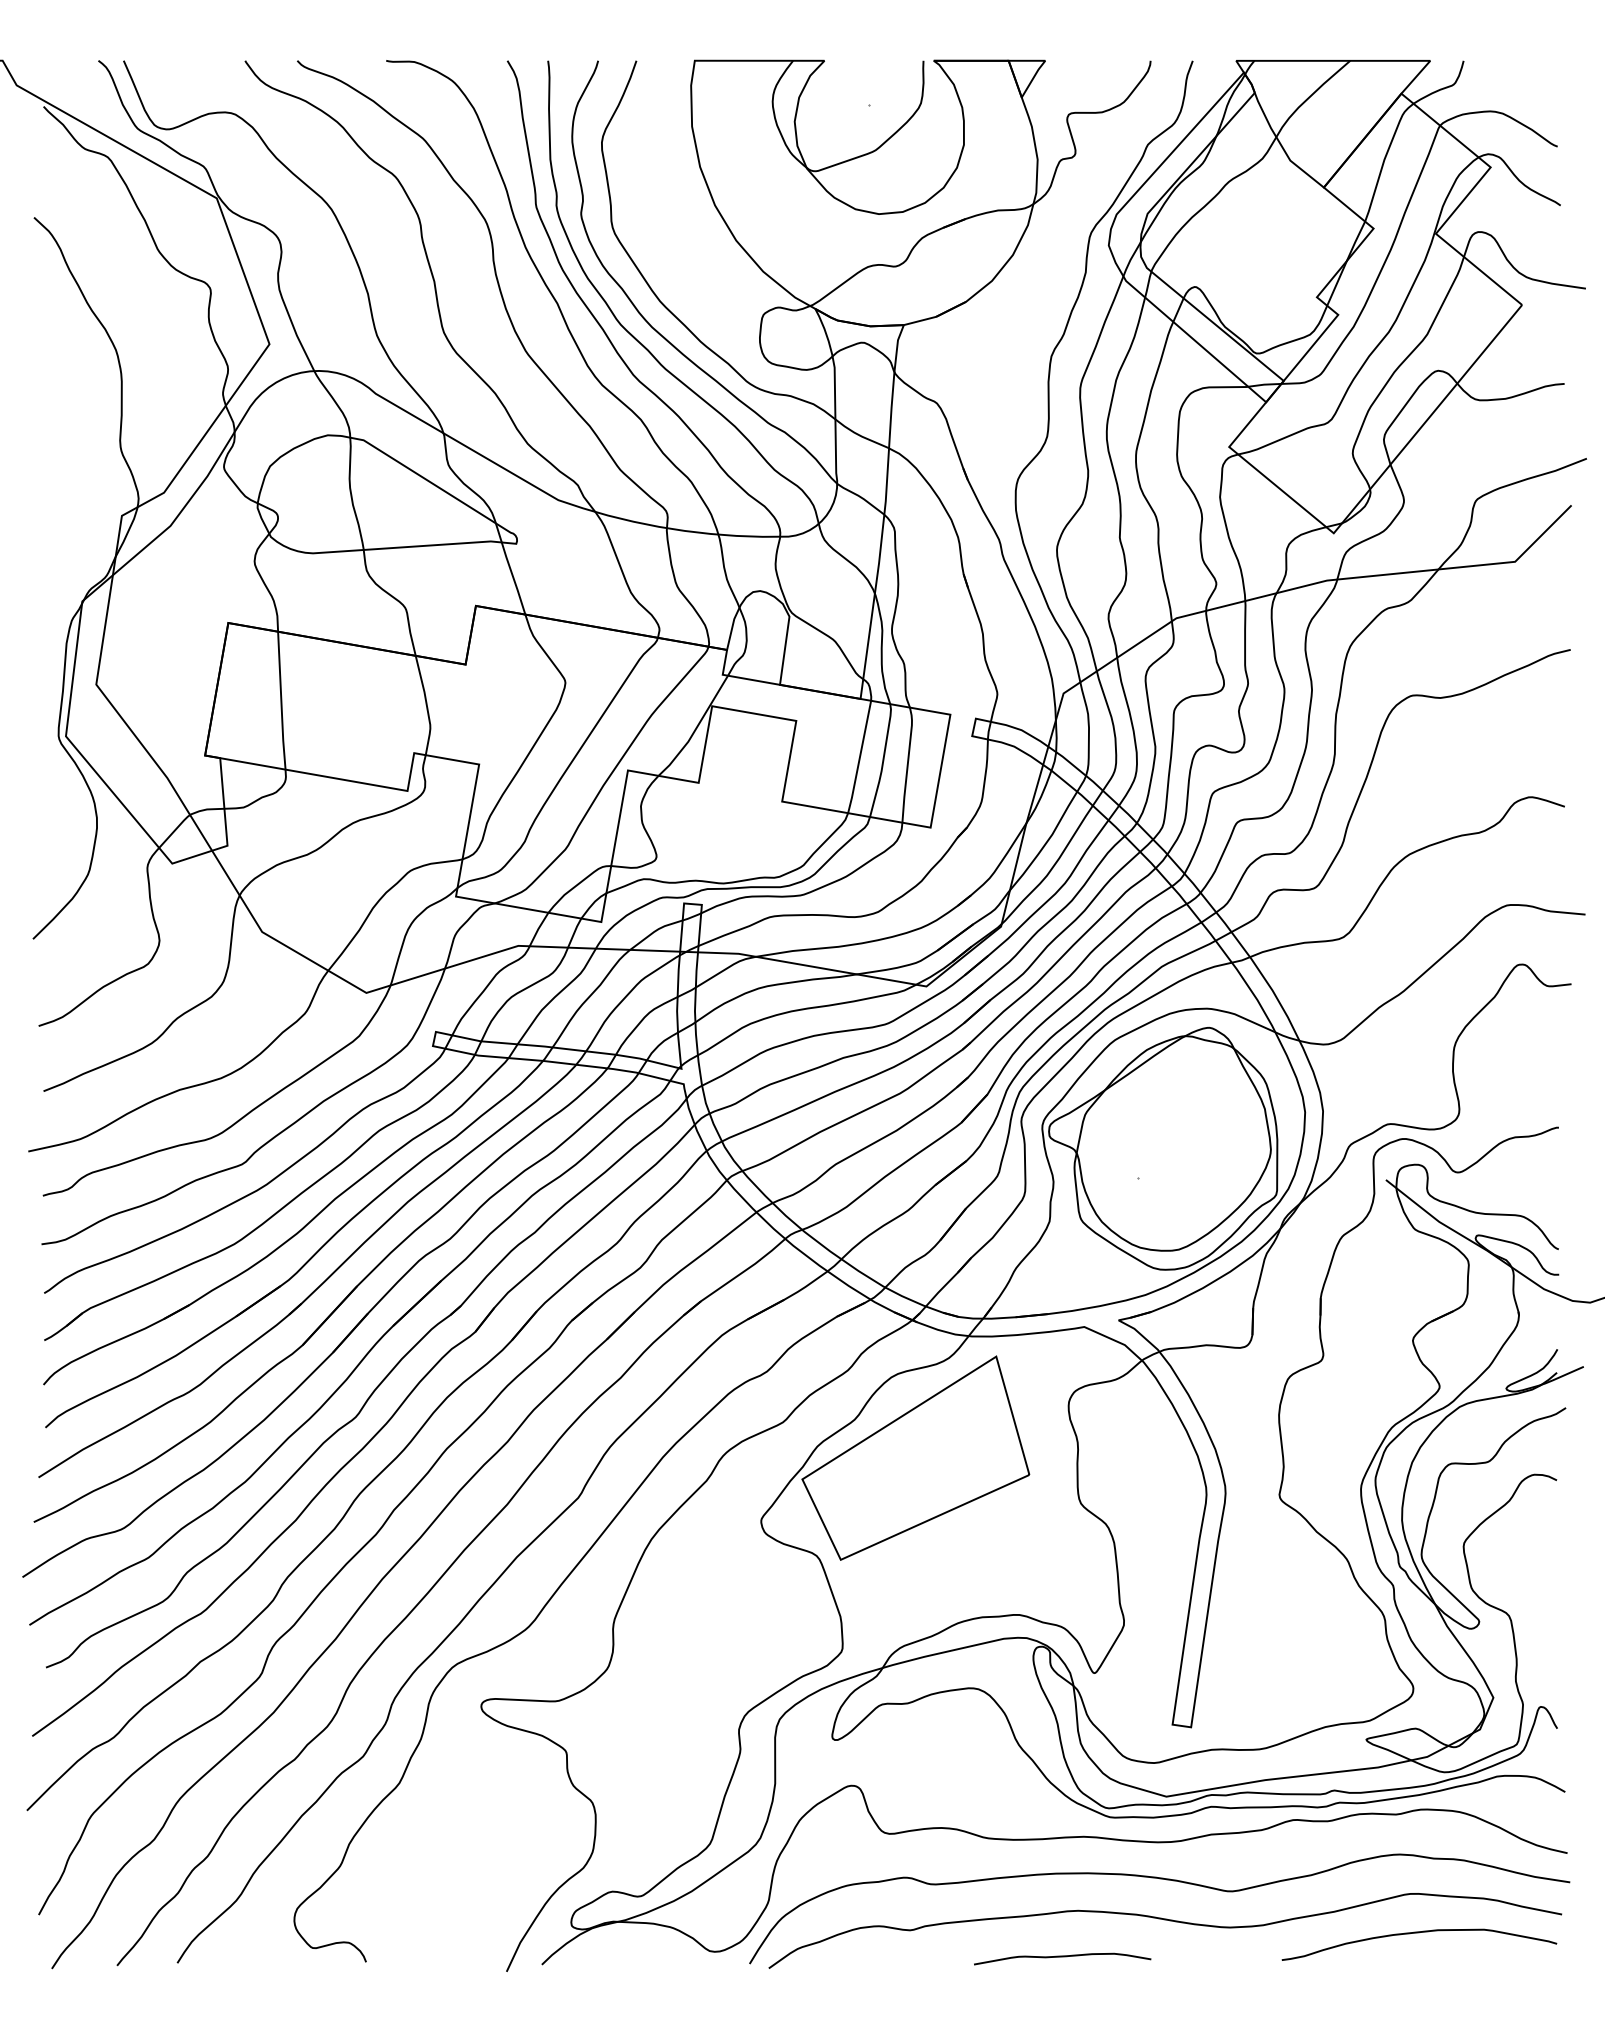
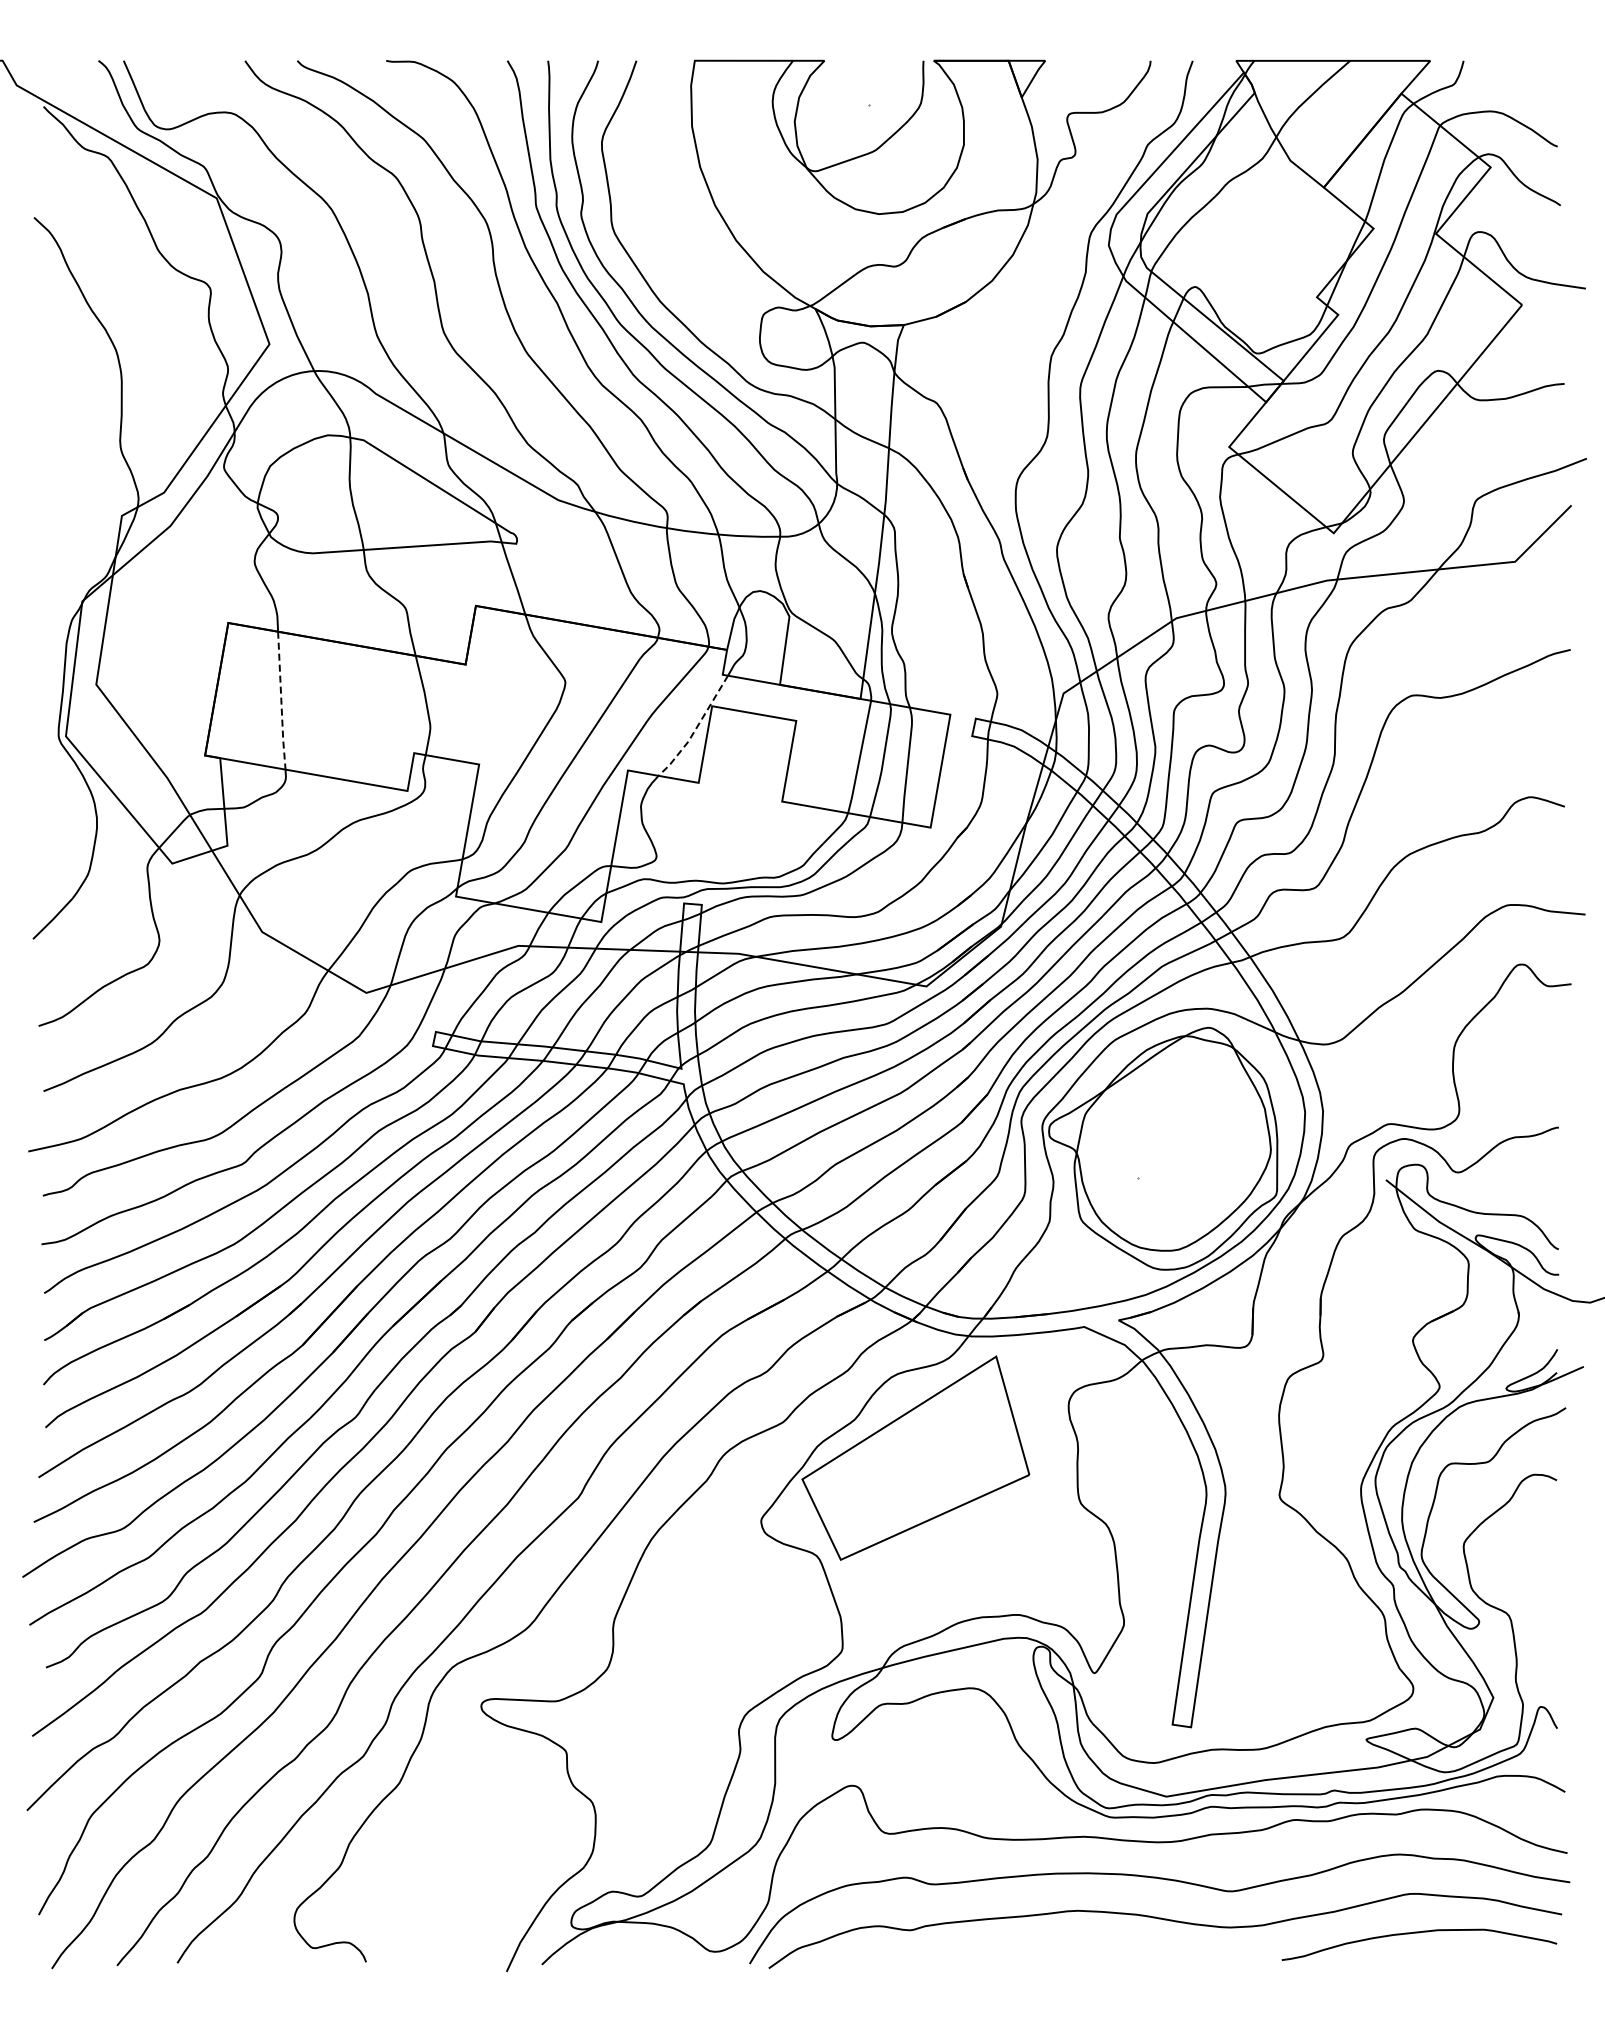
line at (281, 702): solid -> dashed
line at (695, 729): solid -> dashed
curve at (1062, 1957): present -> none
